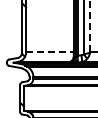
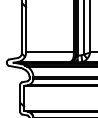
line at (90, 26): dashed -> solid
line at (49, 52): dashed -> solid
